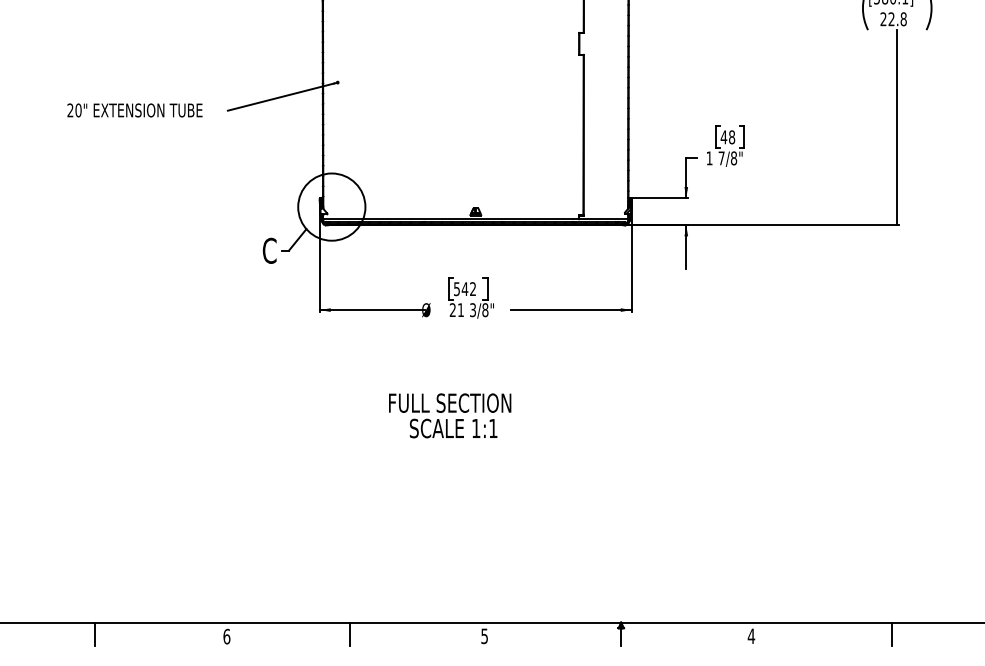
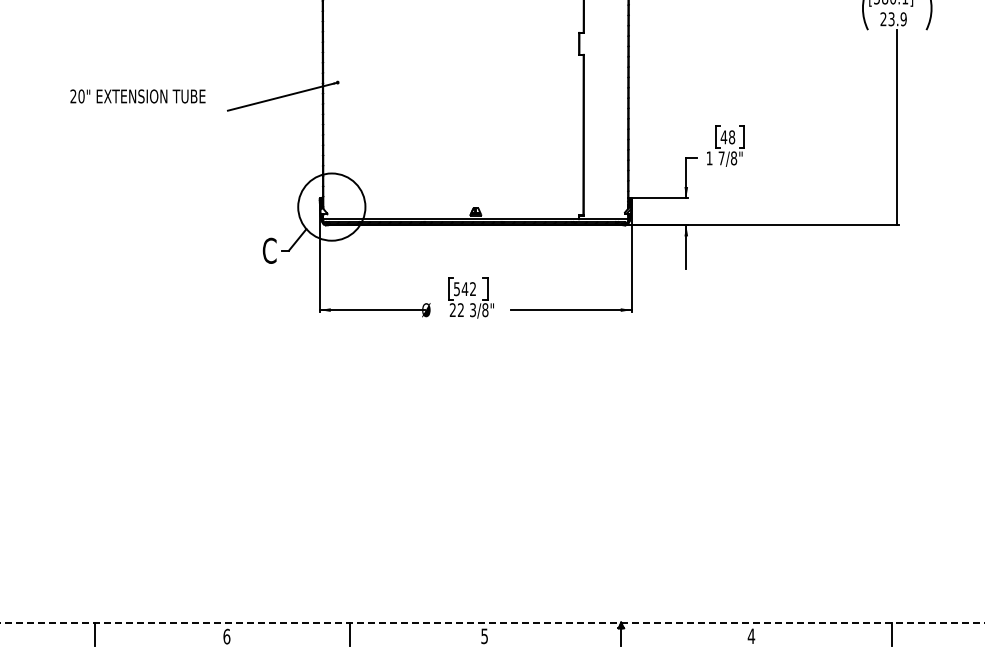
text at (897, 19): 22.8 -> 23.9
part at (134, 110) position: (134, 110) -> (137, 96)
text at (460, 309): 21 -> 22
part at (450, 415): present -> none
line at (492, 622): solid -> dashed
